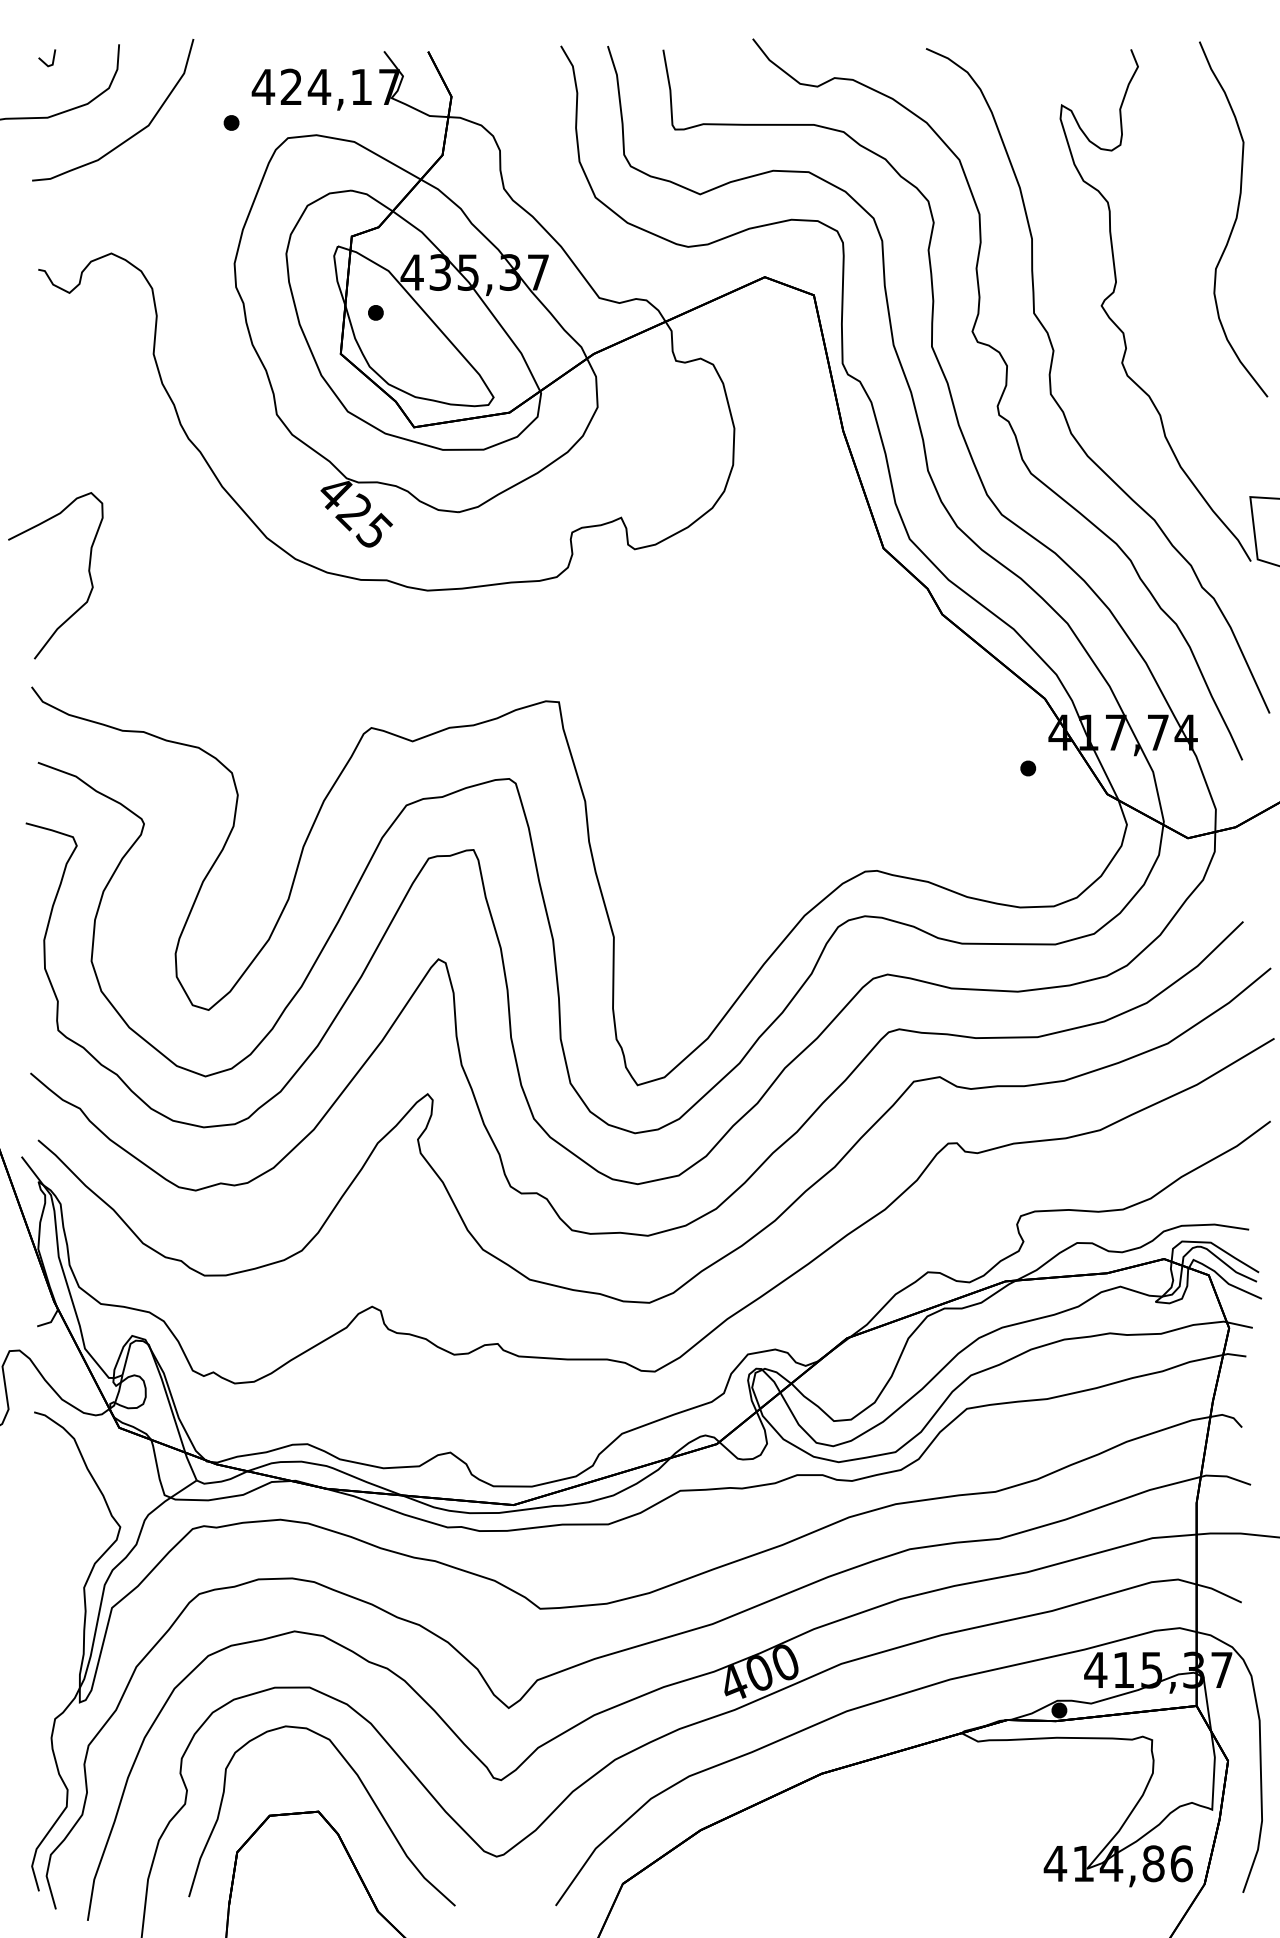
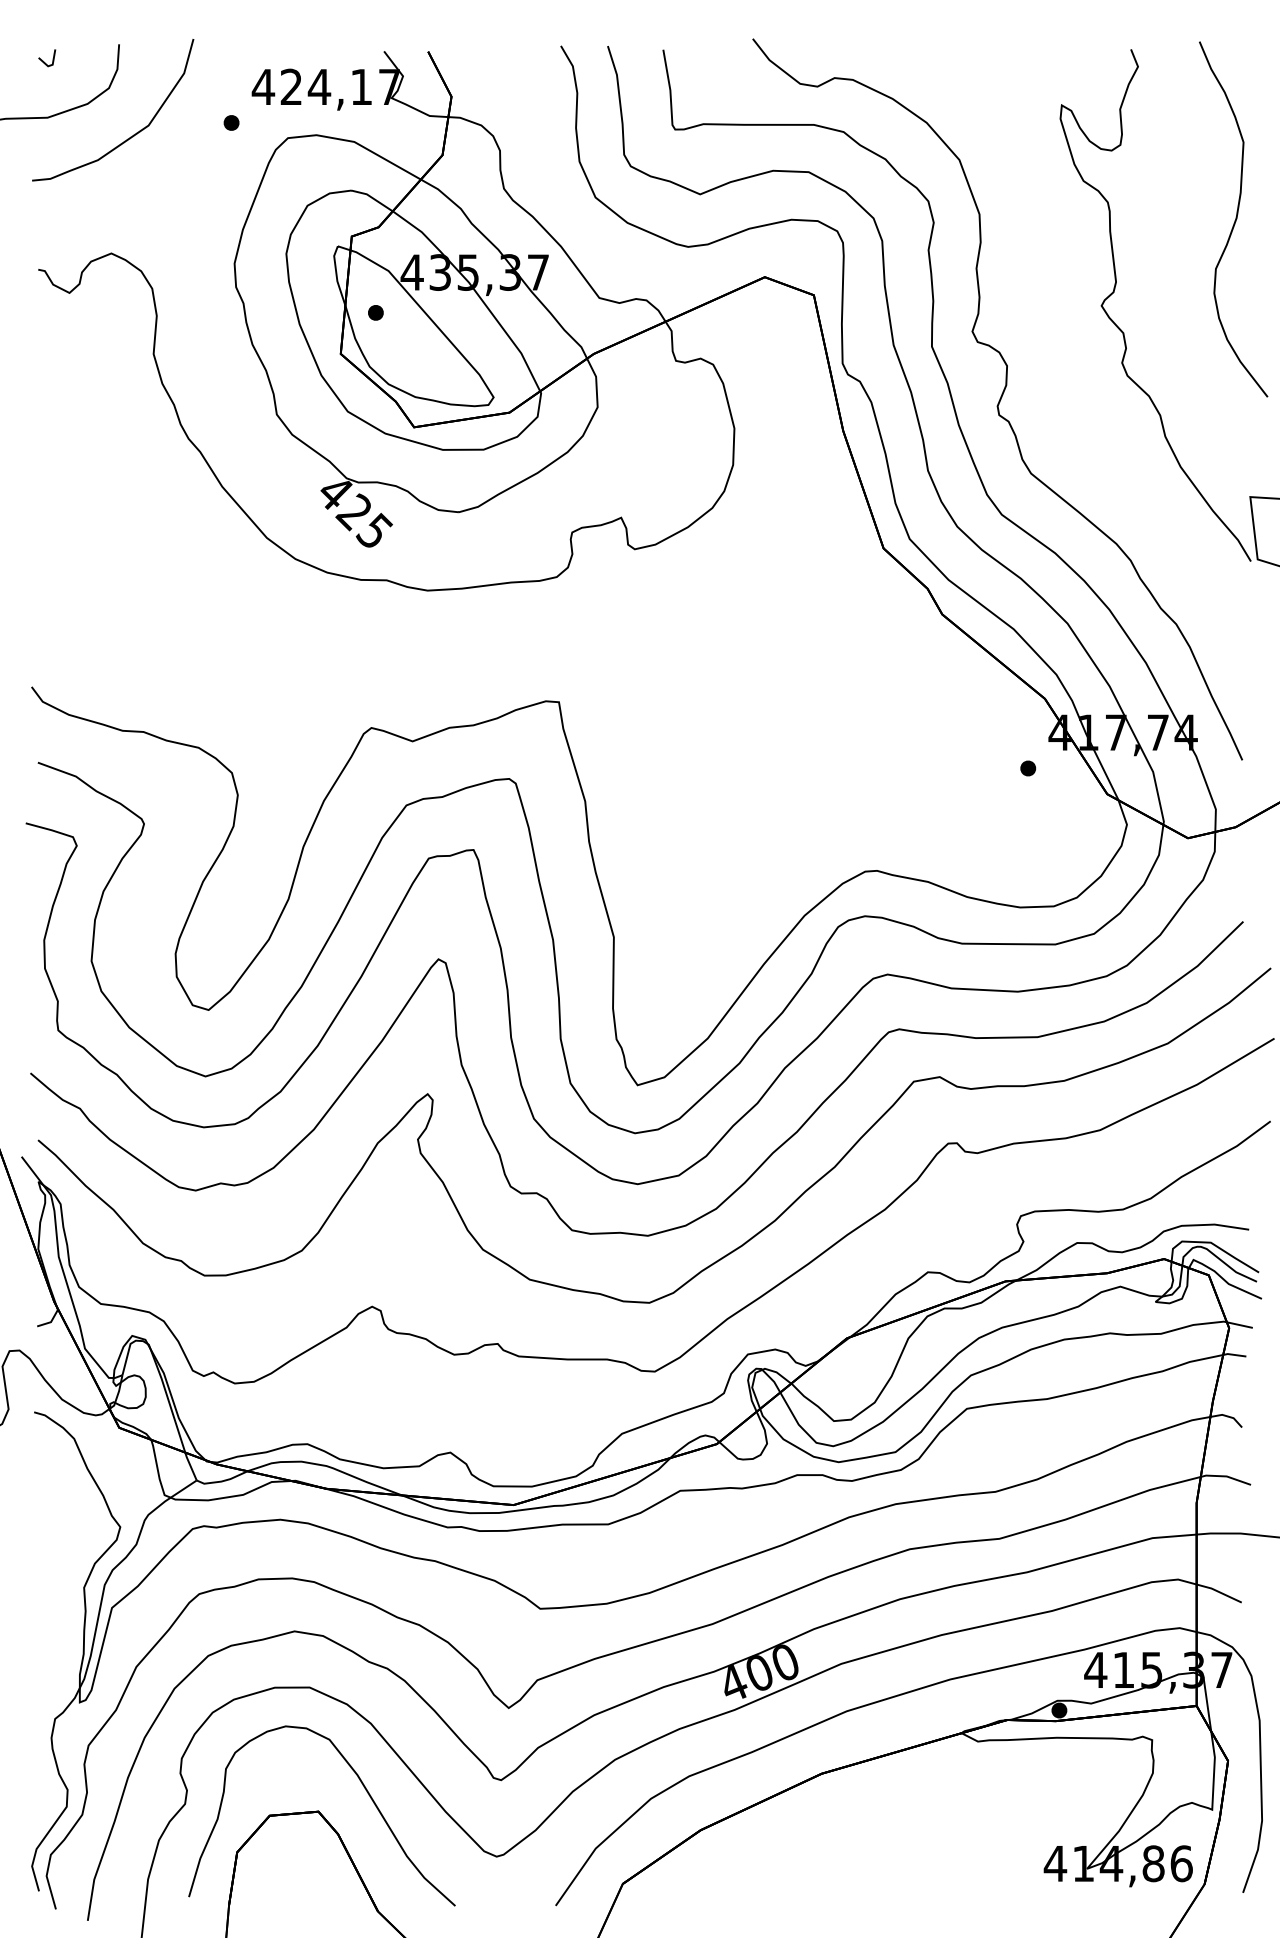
curve at (1059, 404): present -> none
curve at (88, 573): present -> none
